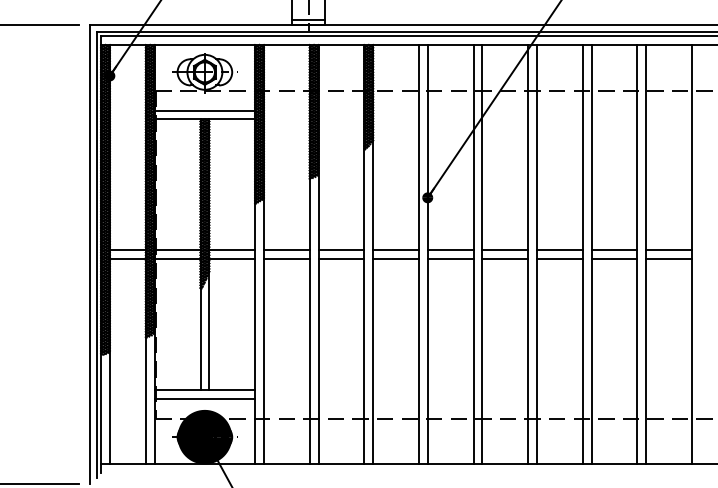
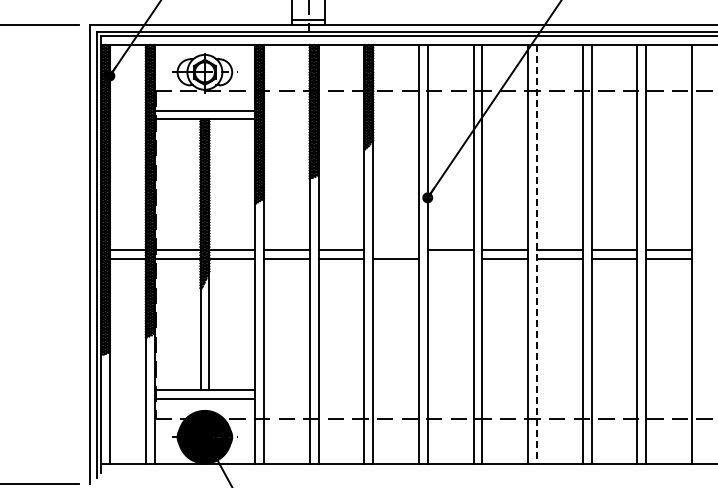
line at (396, 250): present -> none
line at (536, 254): solid -> dashed
line at (450, 259): present -> none
